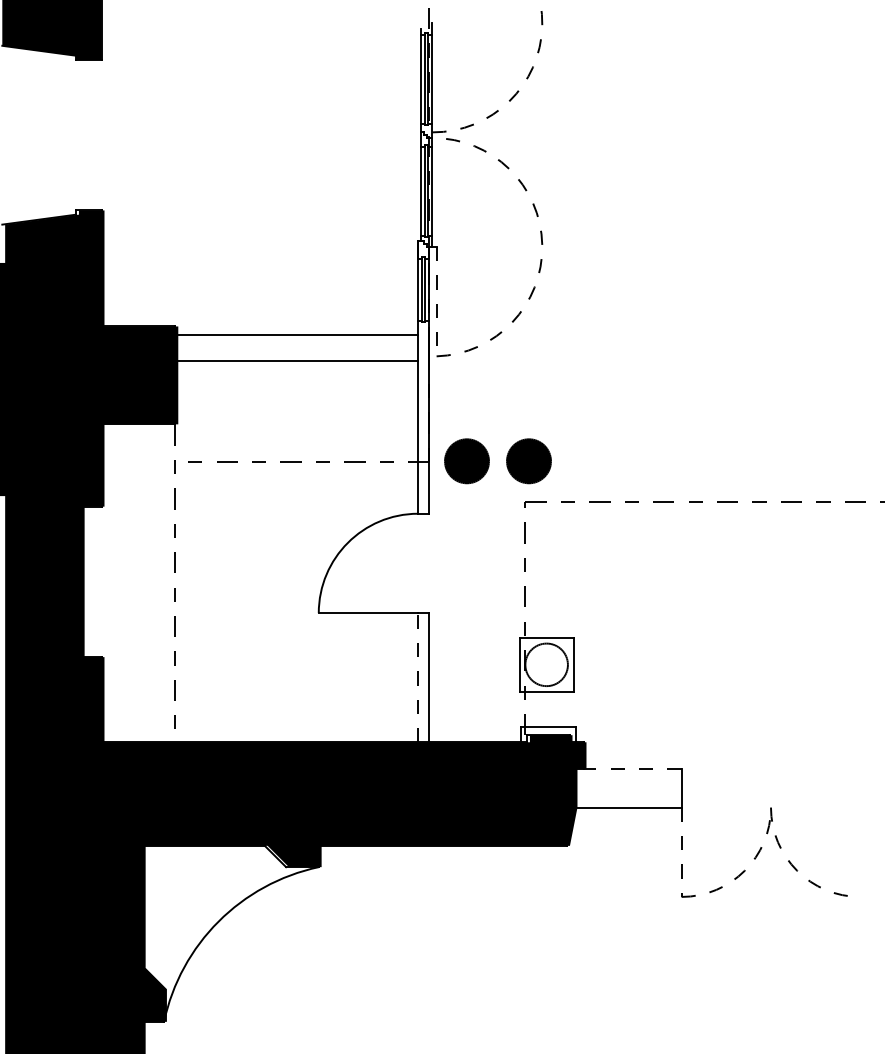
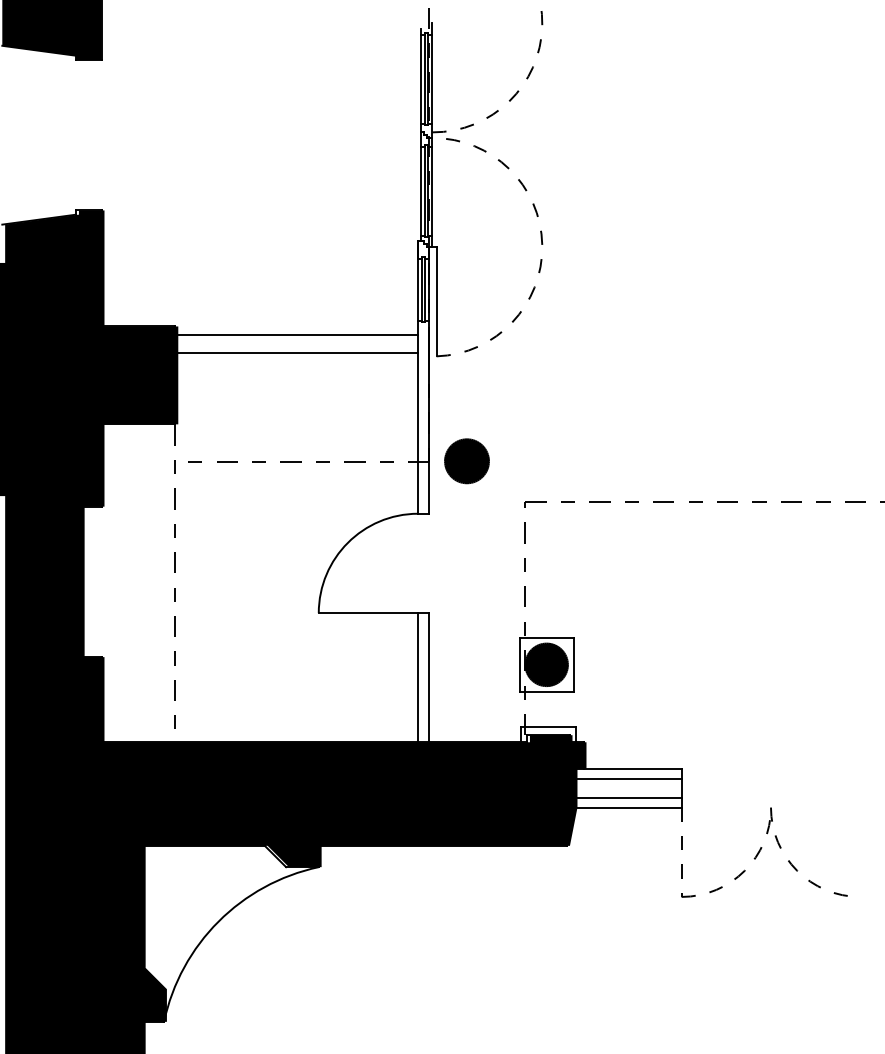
line at (436, 301): dashed -> solid
line at (296, 361) position: (296, 361) -> (296, 353)
part at (528, 461): present -> none
fill at (546, 664): none -> present
line at (418, 677): dashed -> solid
line at (632, 769): dashed -> solid
line at (627, 779): none -> present
line at (627, 797): none -> present
